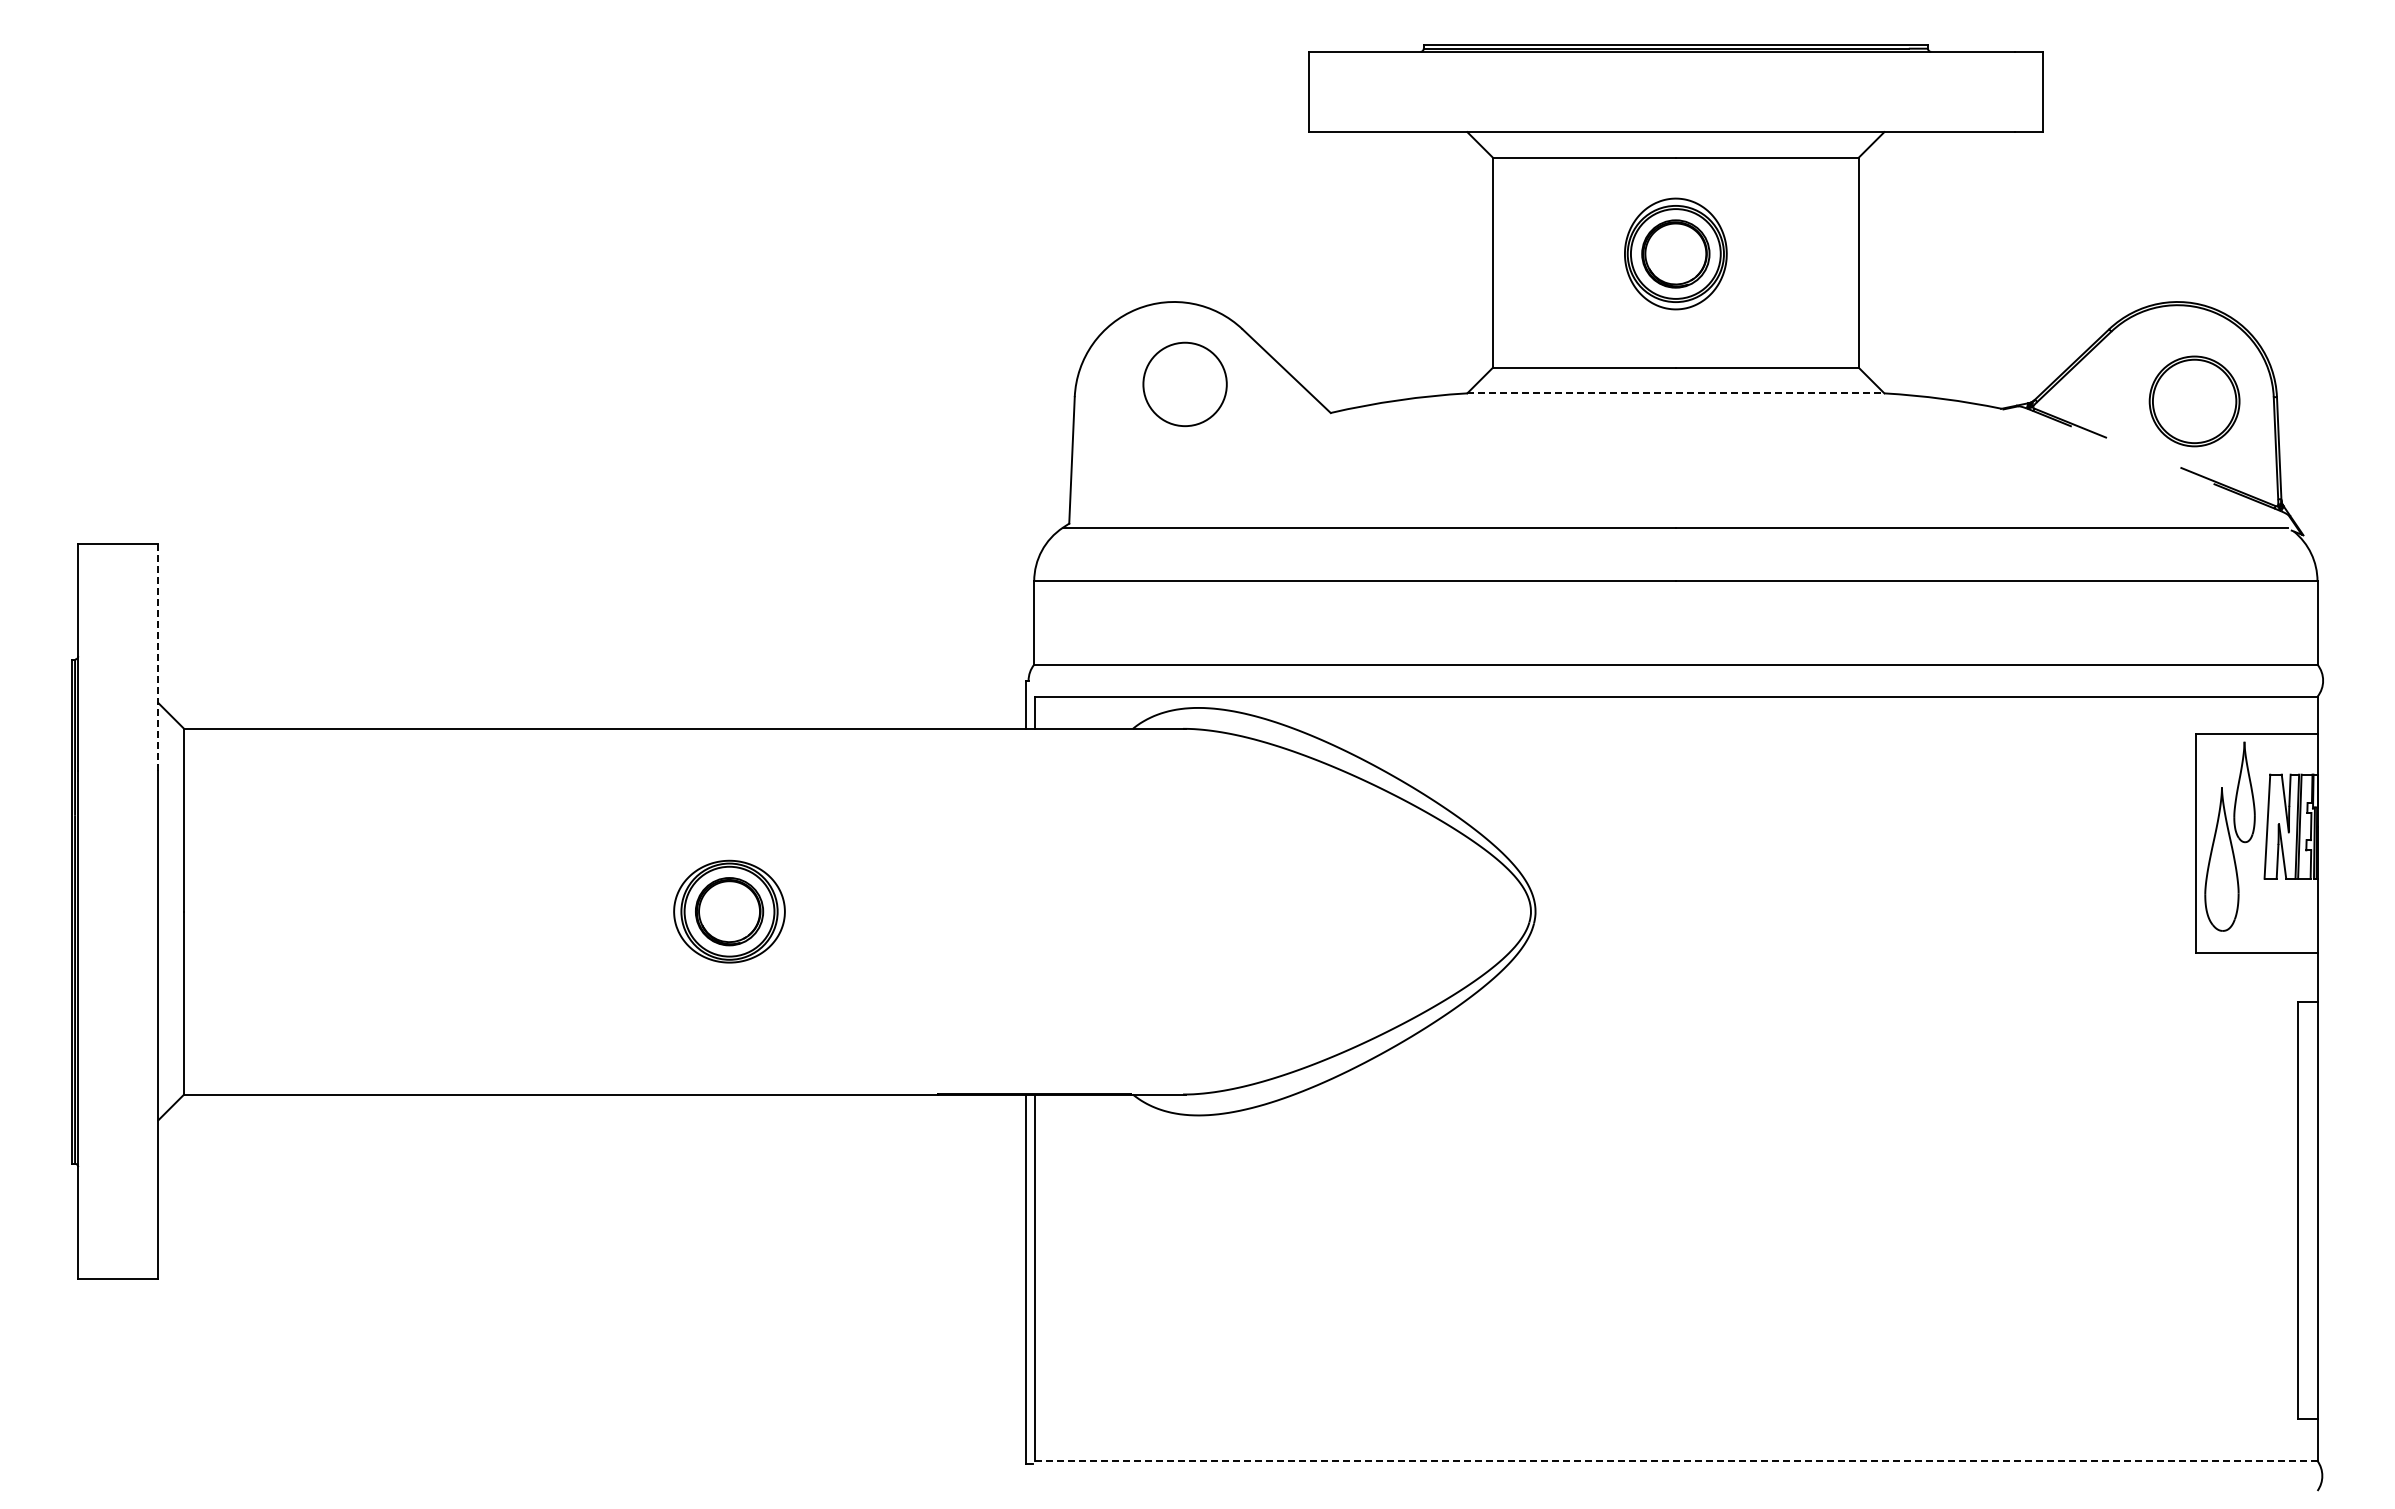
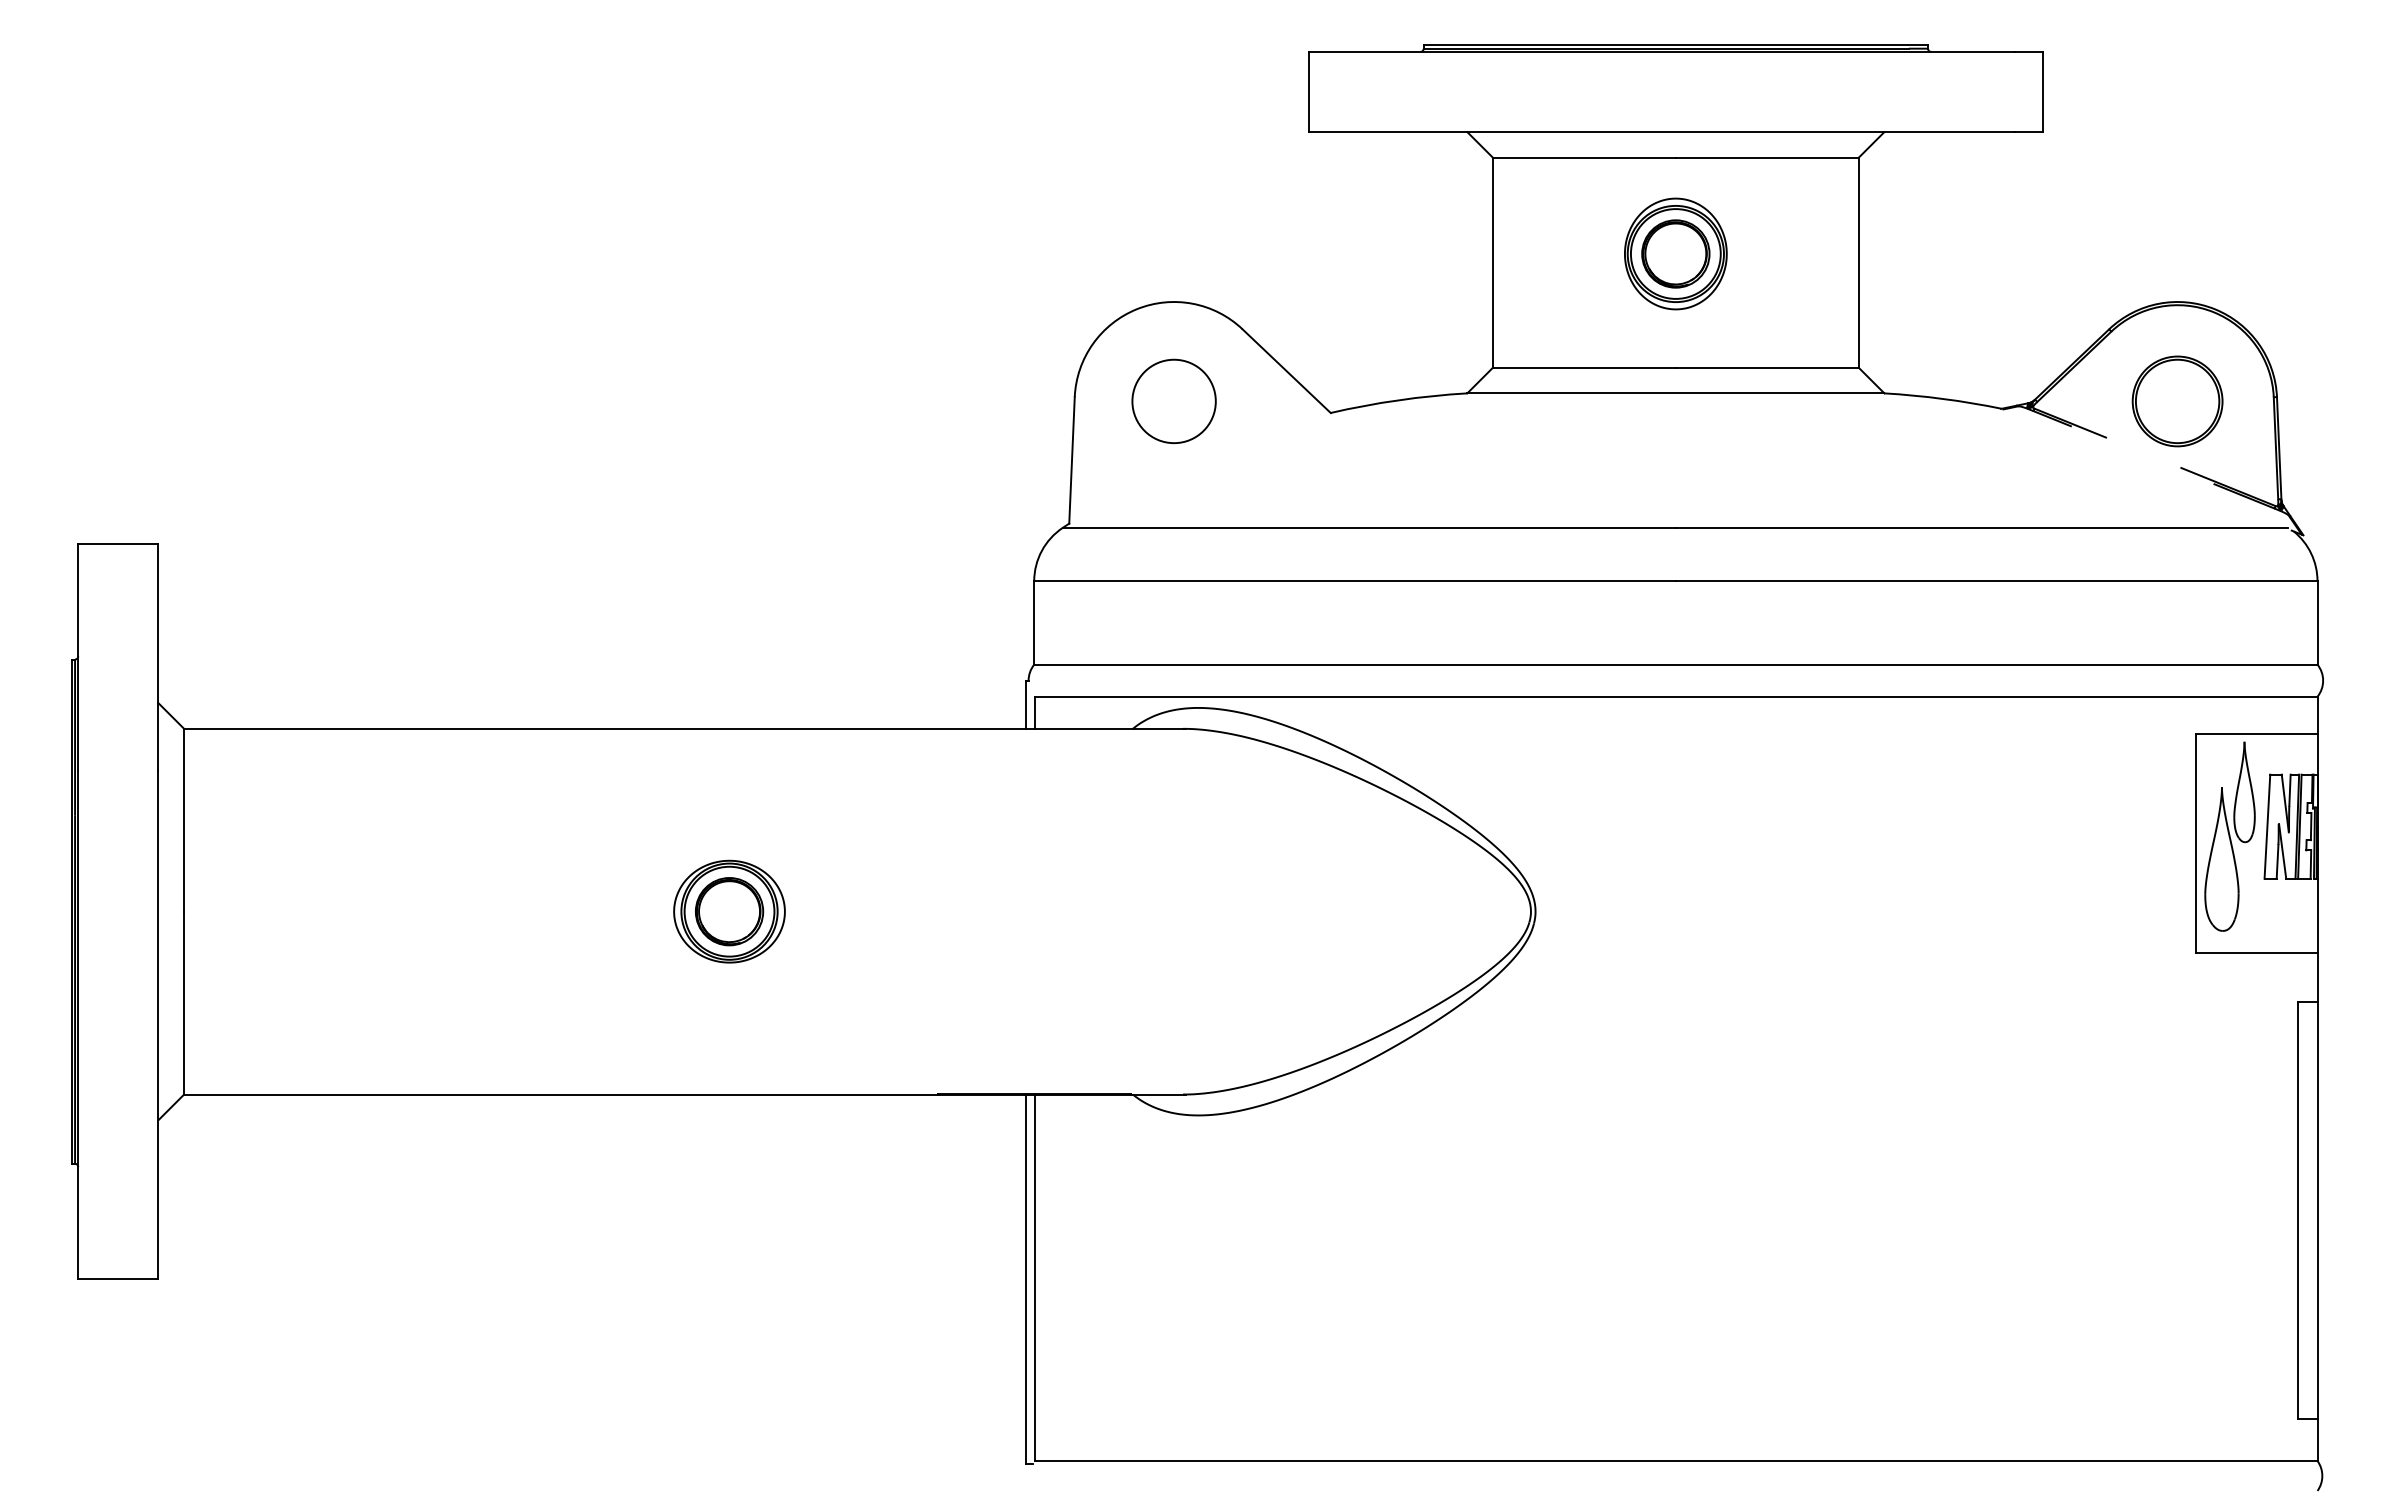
circle at (1184, 384) position: (1184, 384) -> (1173, 401)
line at (1675, 393): dashed -> solid
part at (2194, 401) position: (2194, 401) -> (2177, 401)
line at (158, 658): dashed -> solid
line at (1675, 1460): dashed -> solid
